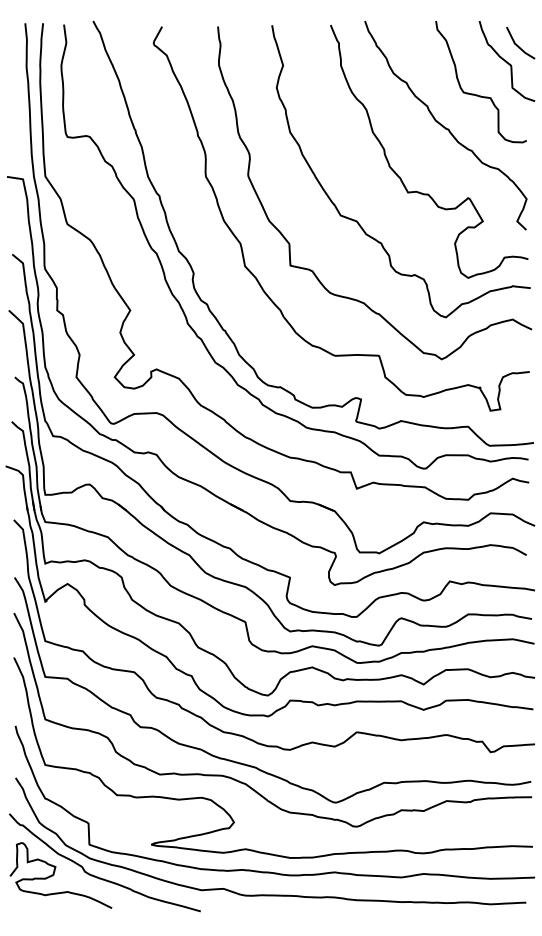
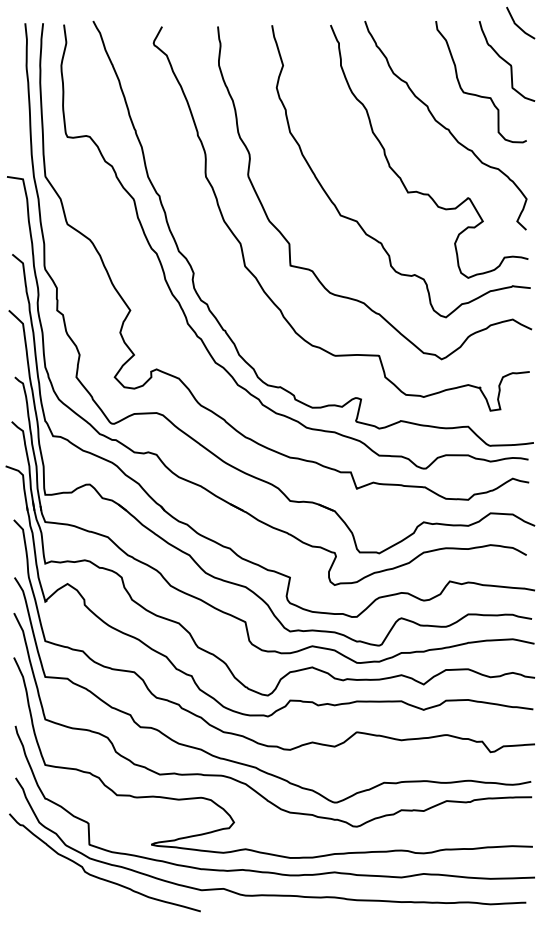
curve at (517, 44) position: (517, 44) -> (517, 24)
curve at (54, 875): present -> none
